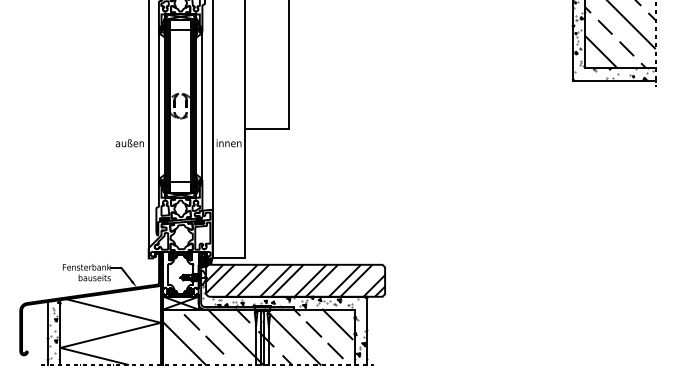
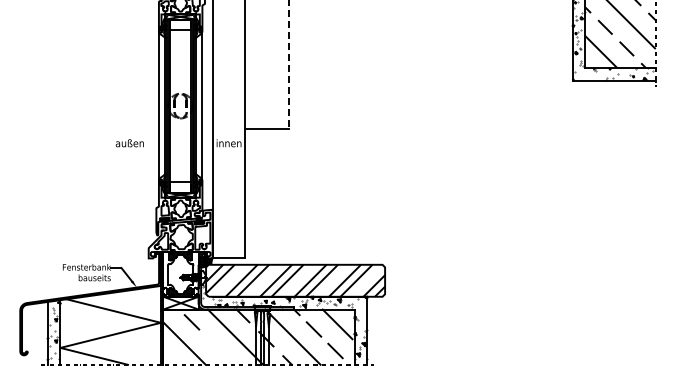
line at (289, 64): solid -> dashed
line at (148, 130): present -> none
line at (214, 344): present -> none
